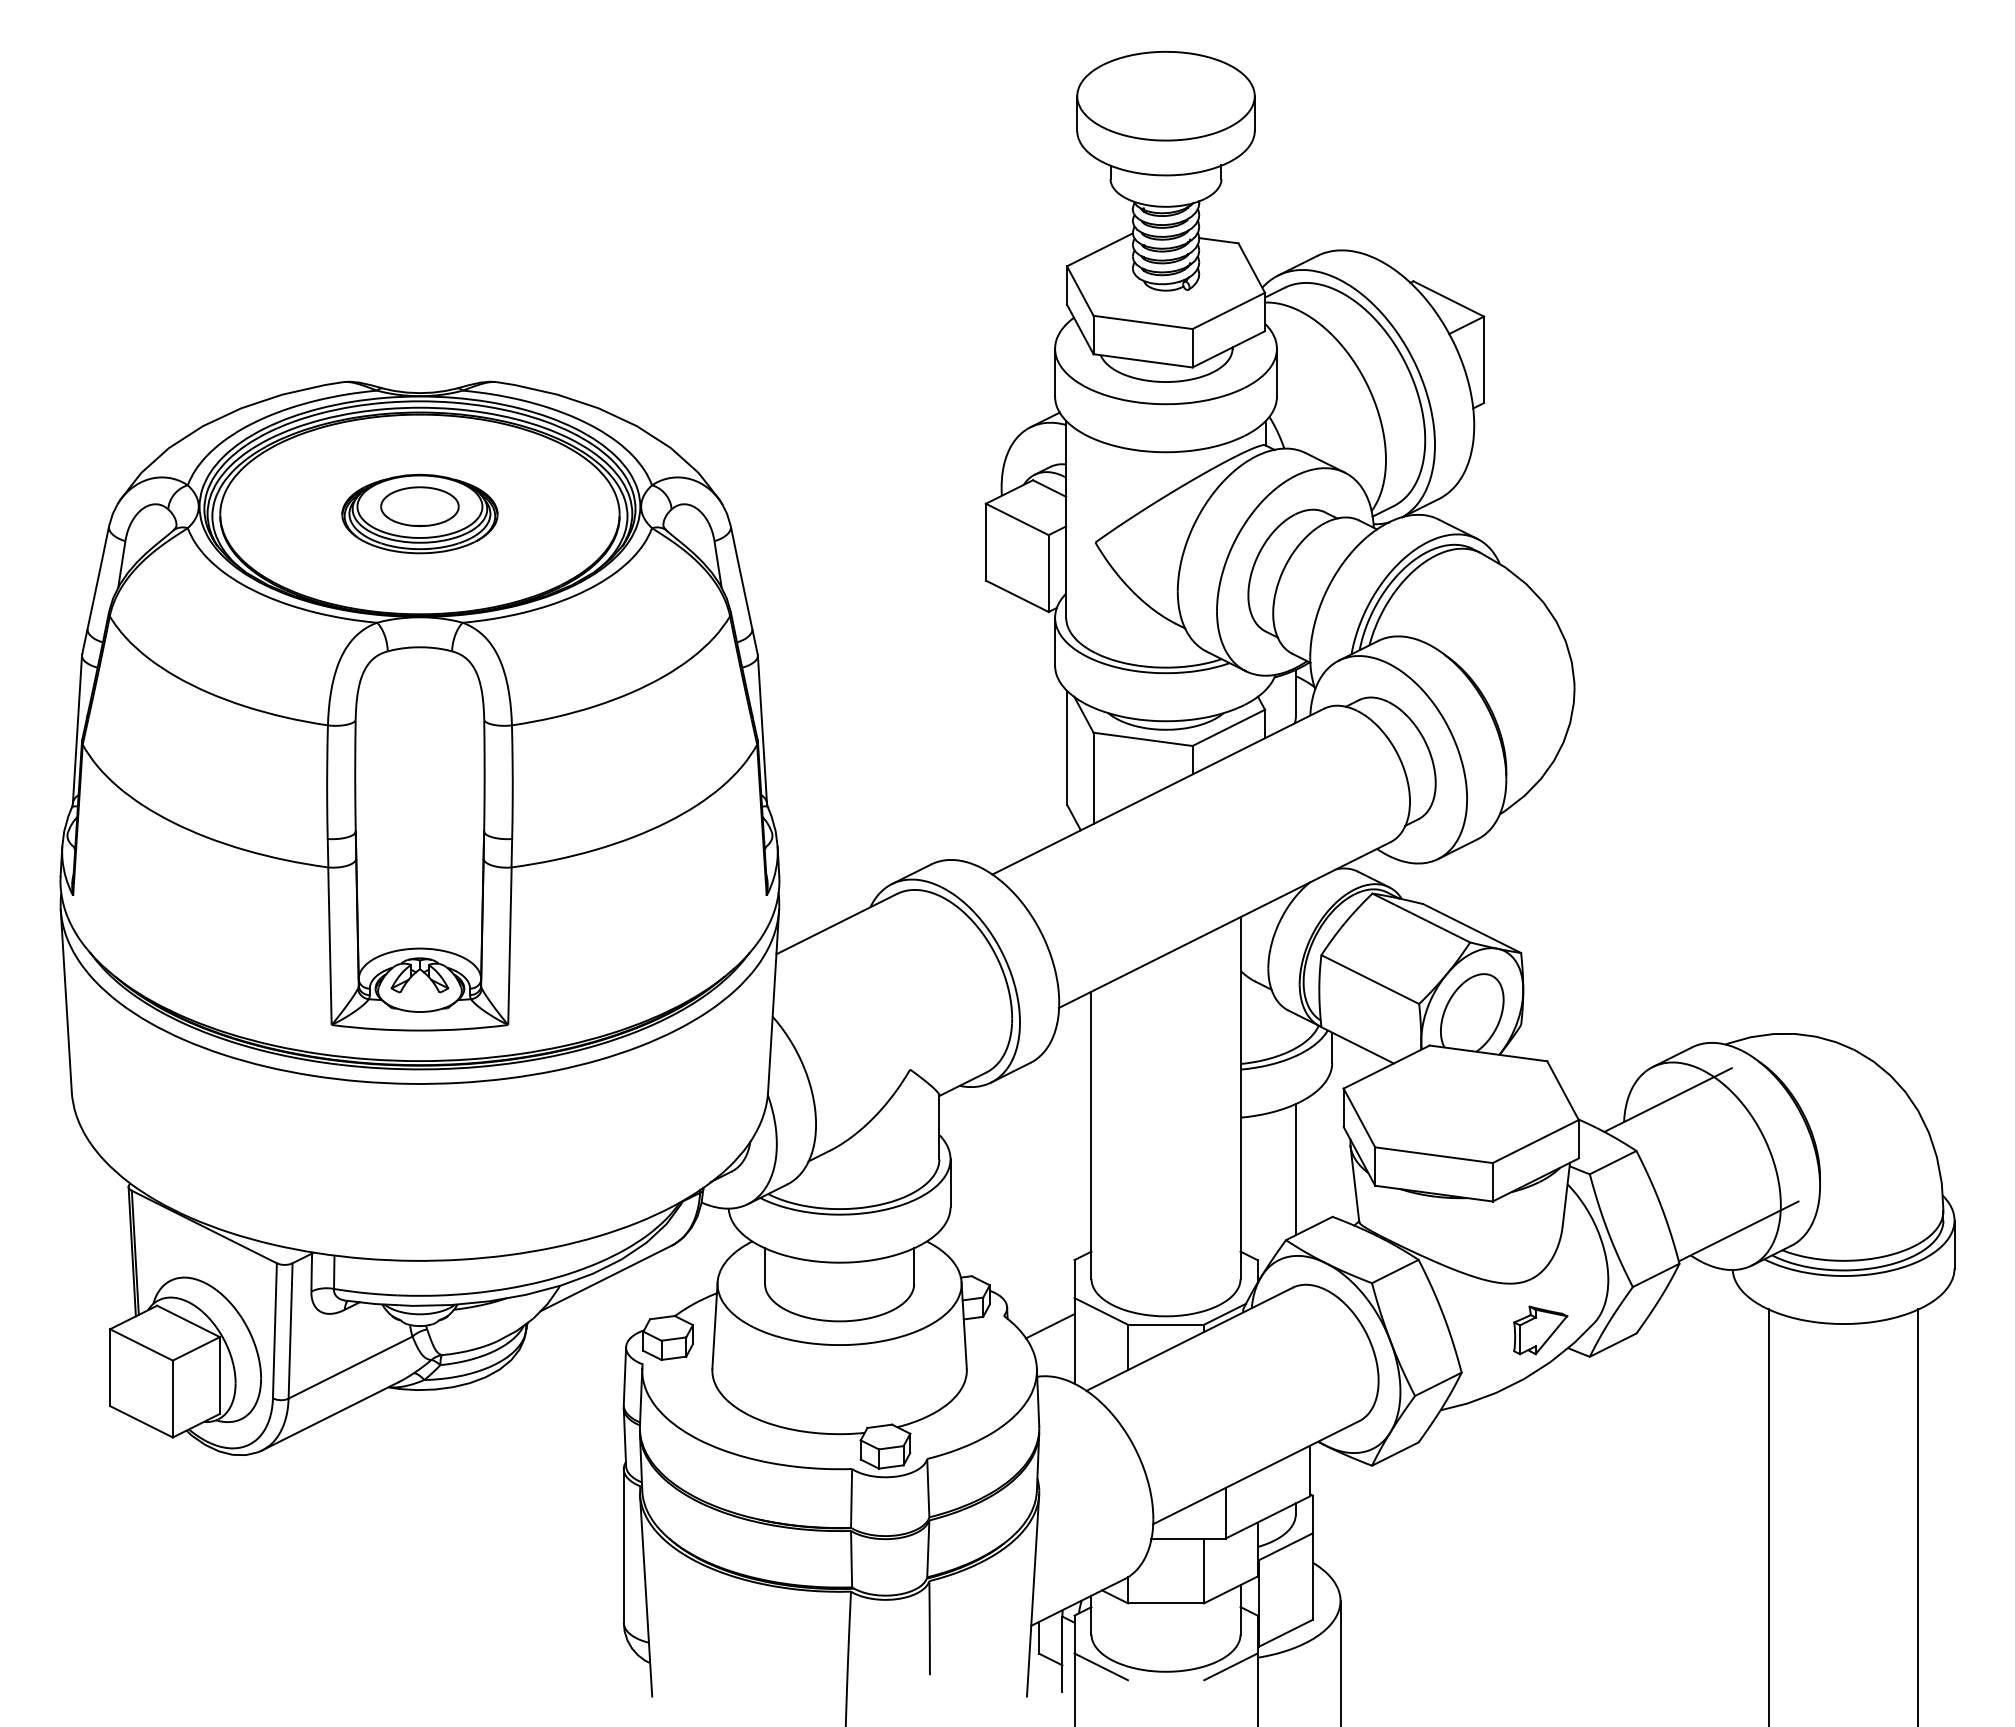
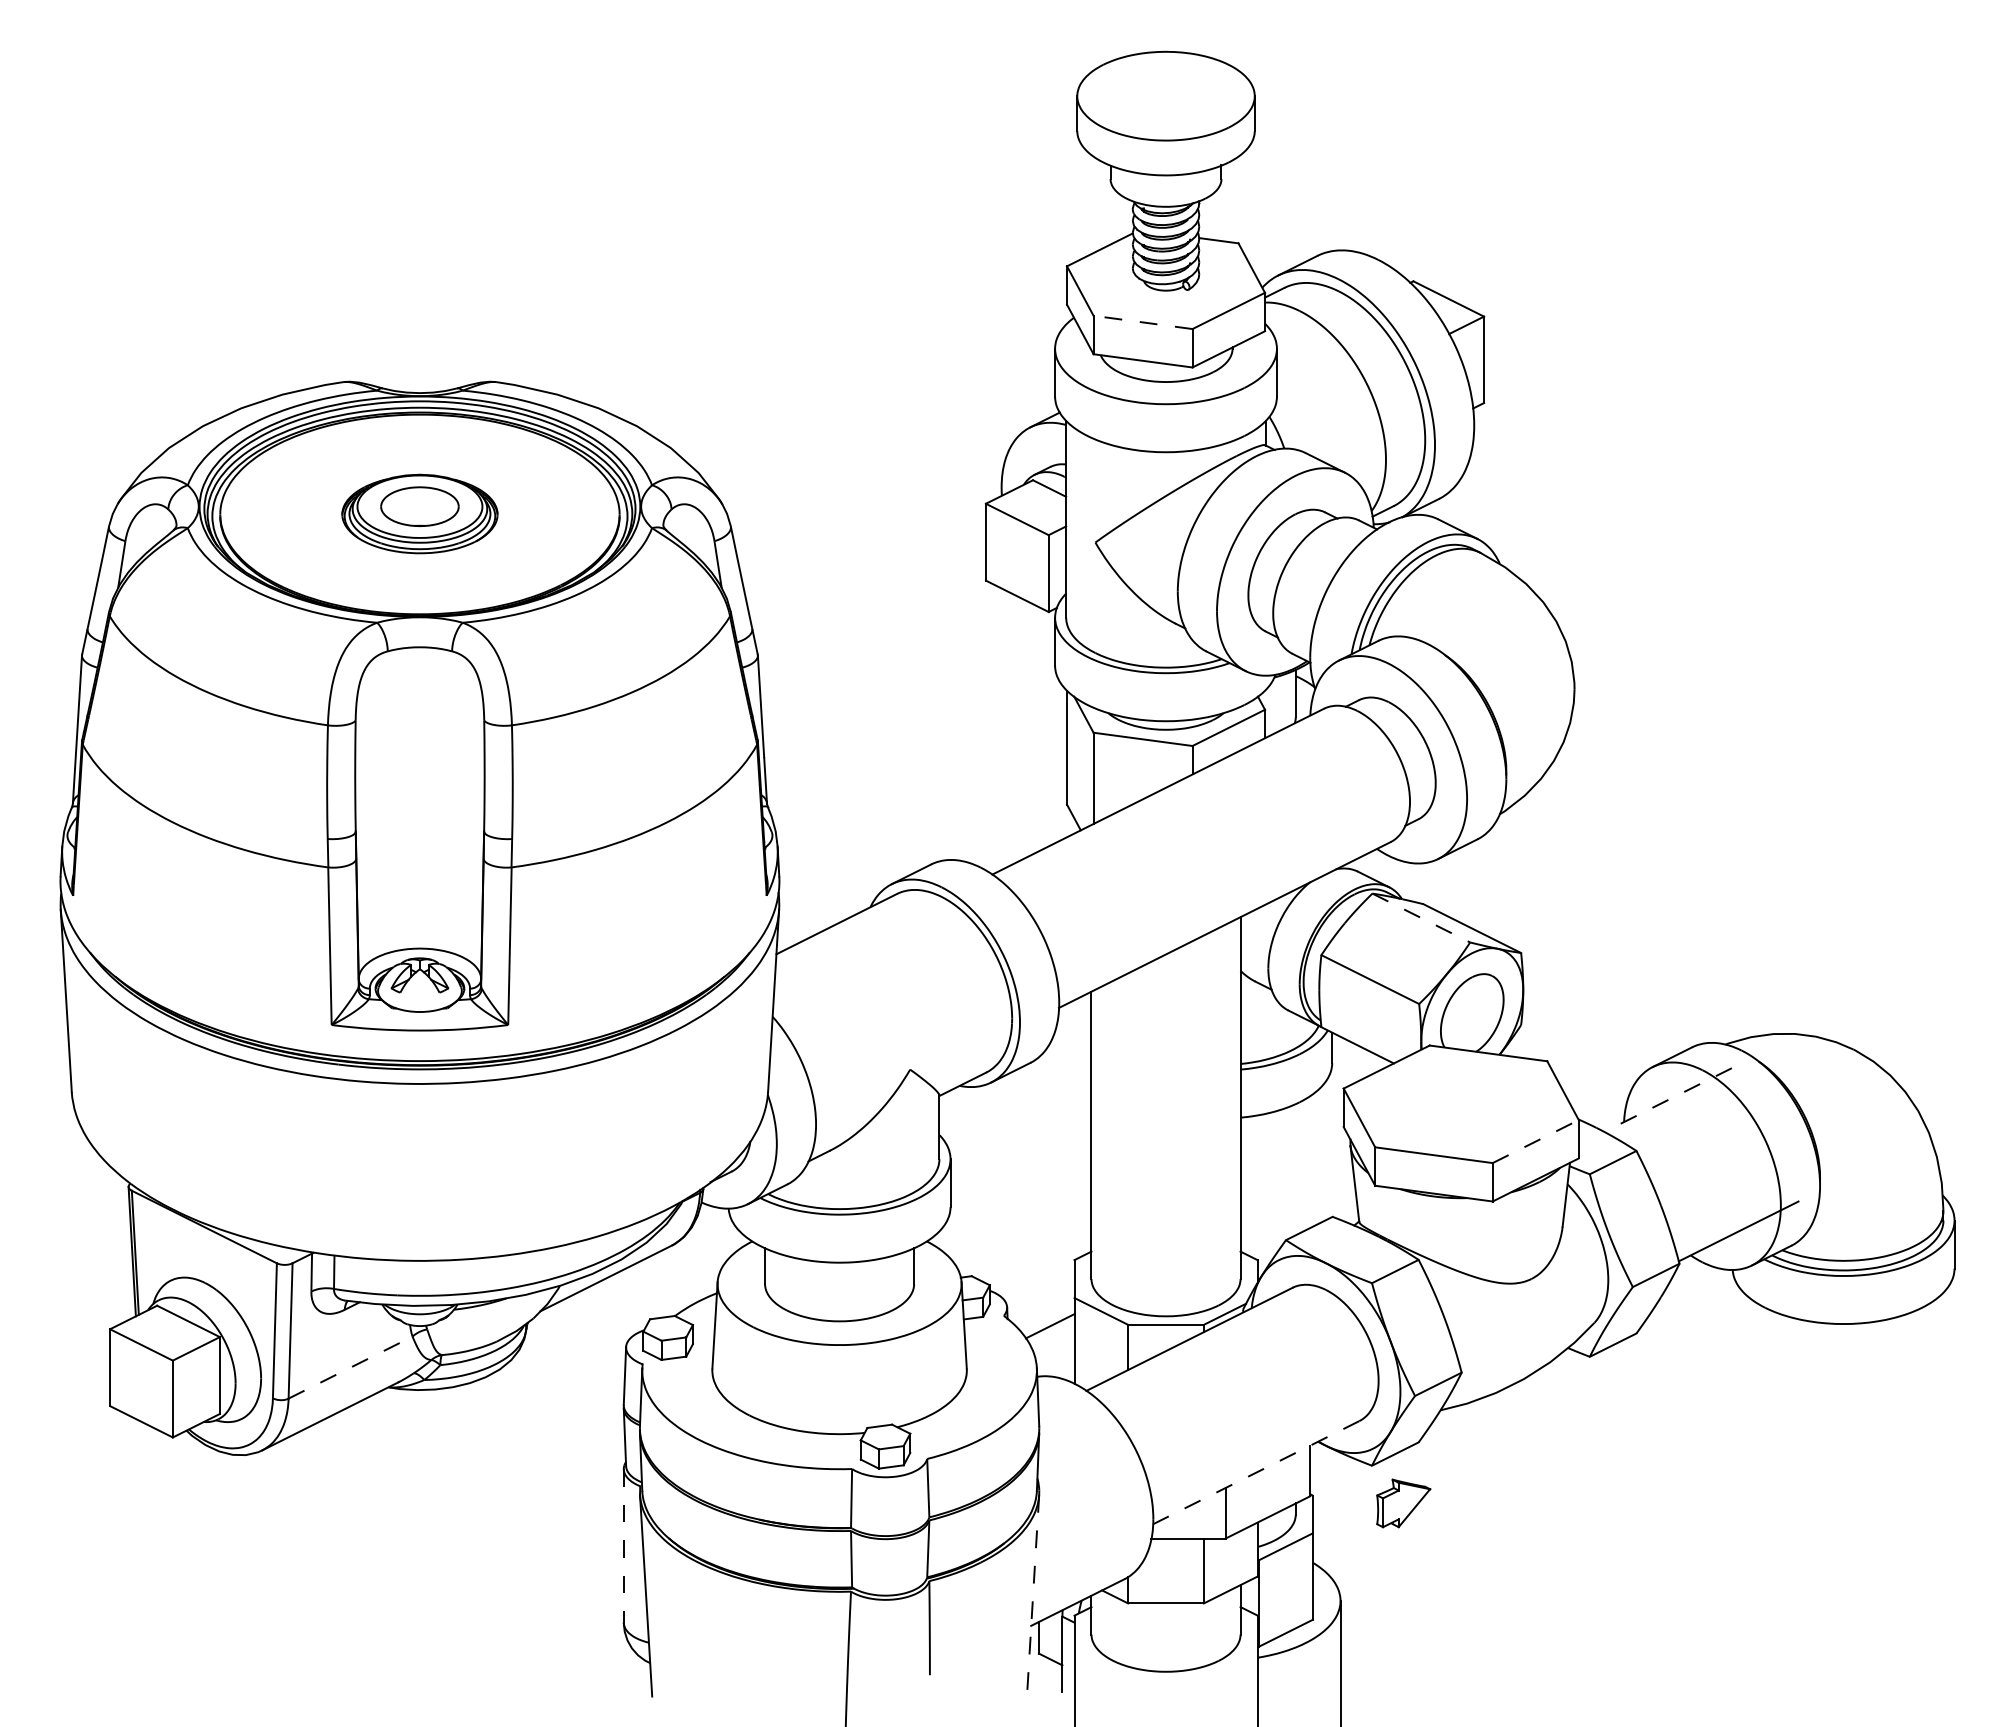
line at (1143, 322): solid -> dashed
line at (1421, 918): solid -> dashed
line at (1667, 1100): solid -> dashed
line at (1536, 1141): solid -> dashed
line at (1295, 1169): present -> none
part at (1540, 1330) position: (1540, 1330) -> (1403, 1503)
line at (351, 1367): solid -> dashed
line at (1255, 1472): solid -> dashed
line at (1769, 1516): present -> none
line at (1918, 1516): present -> none
line at (623, 1545): solid -> dashed
line at (1033, 1595): solid -> dashed
line at (1100, 1666): present -> none
line at (1230, 1666): present -> none
